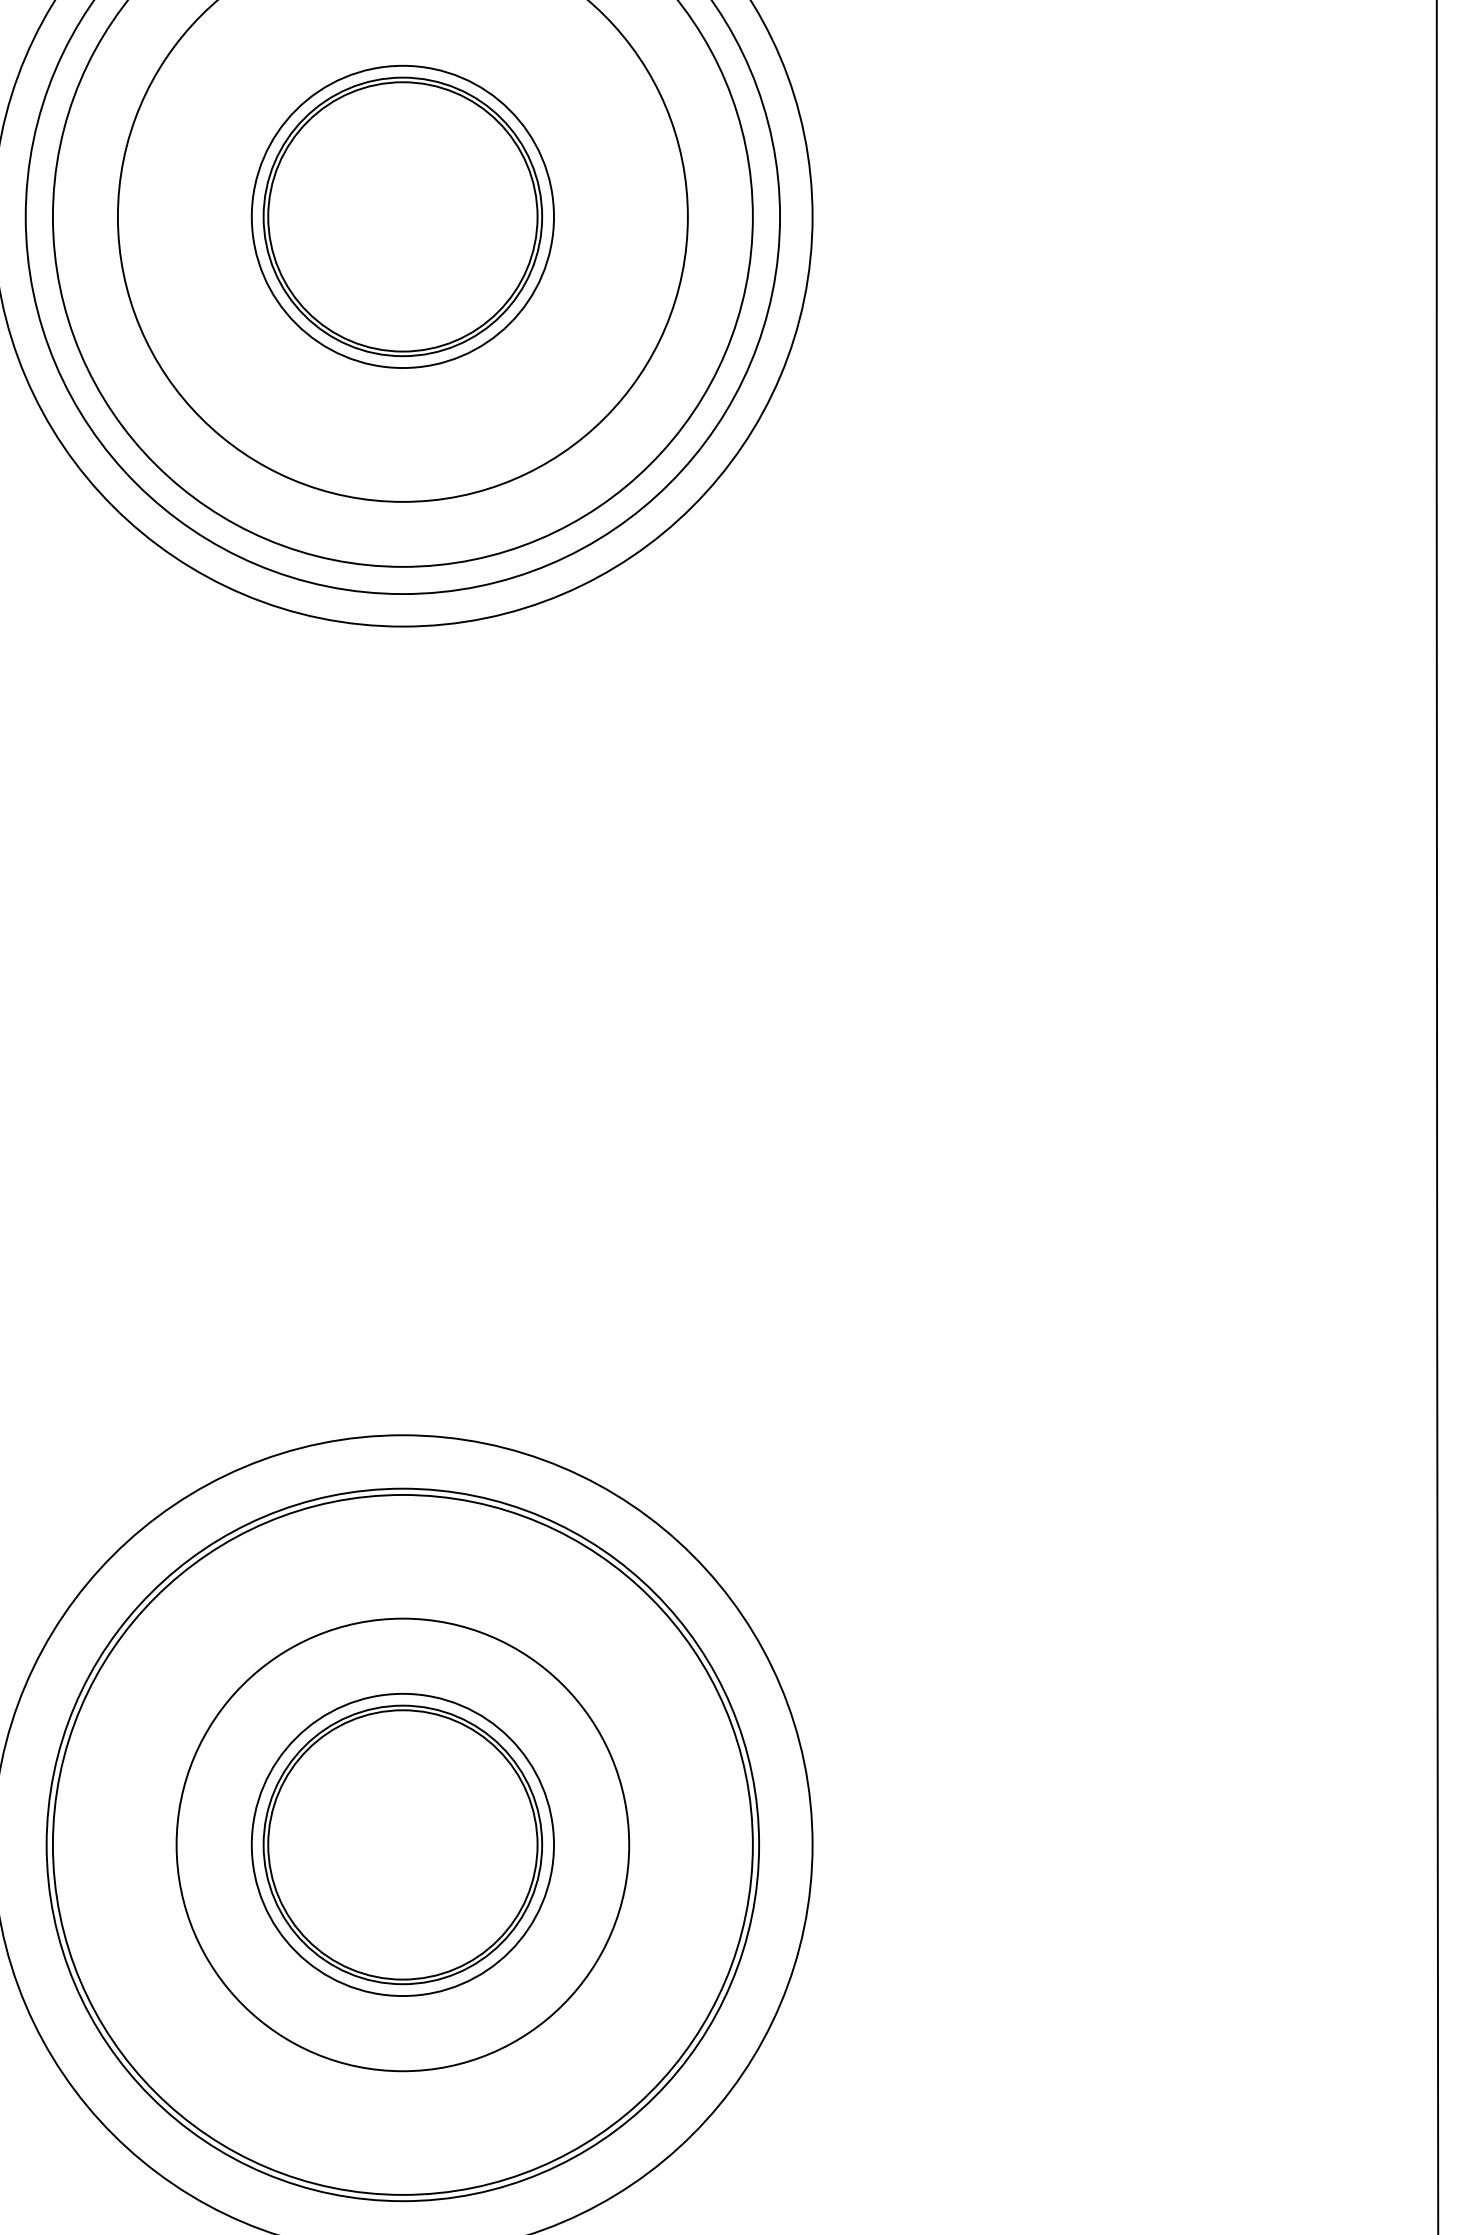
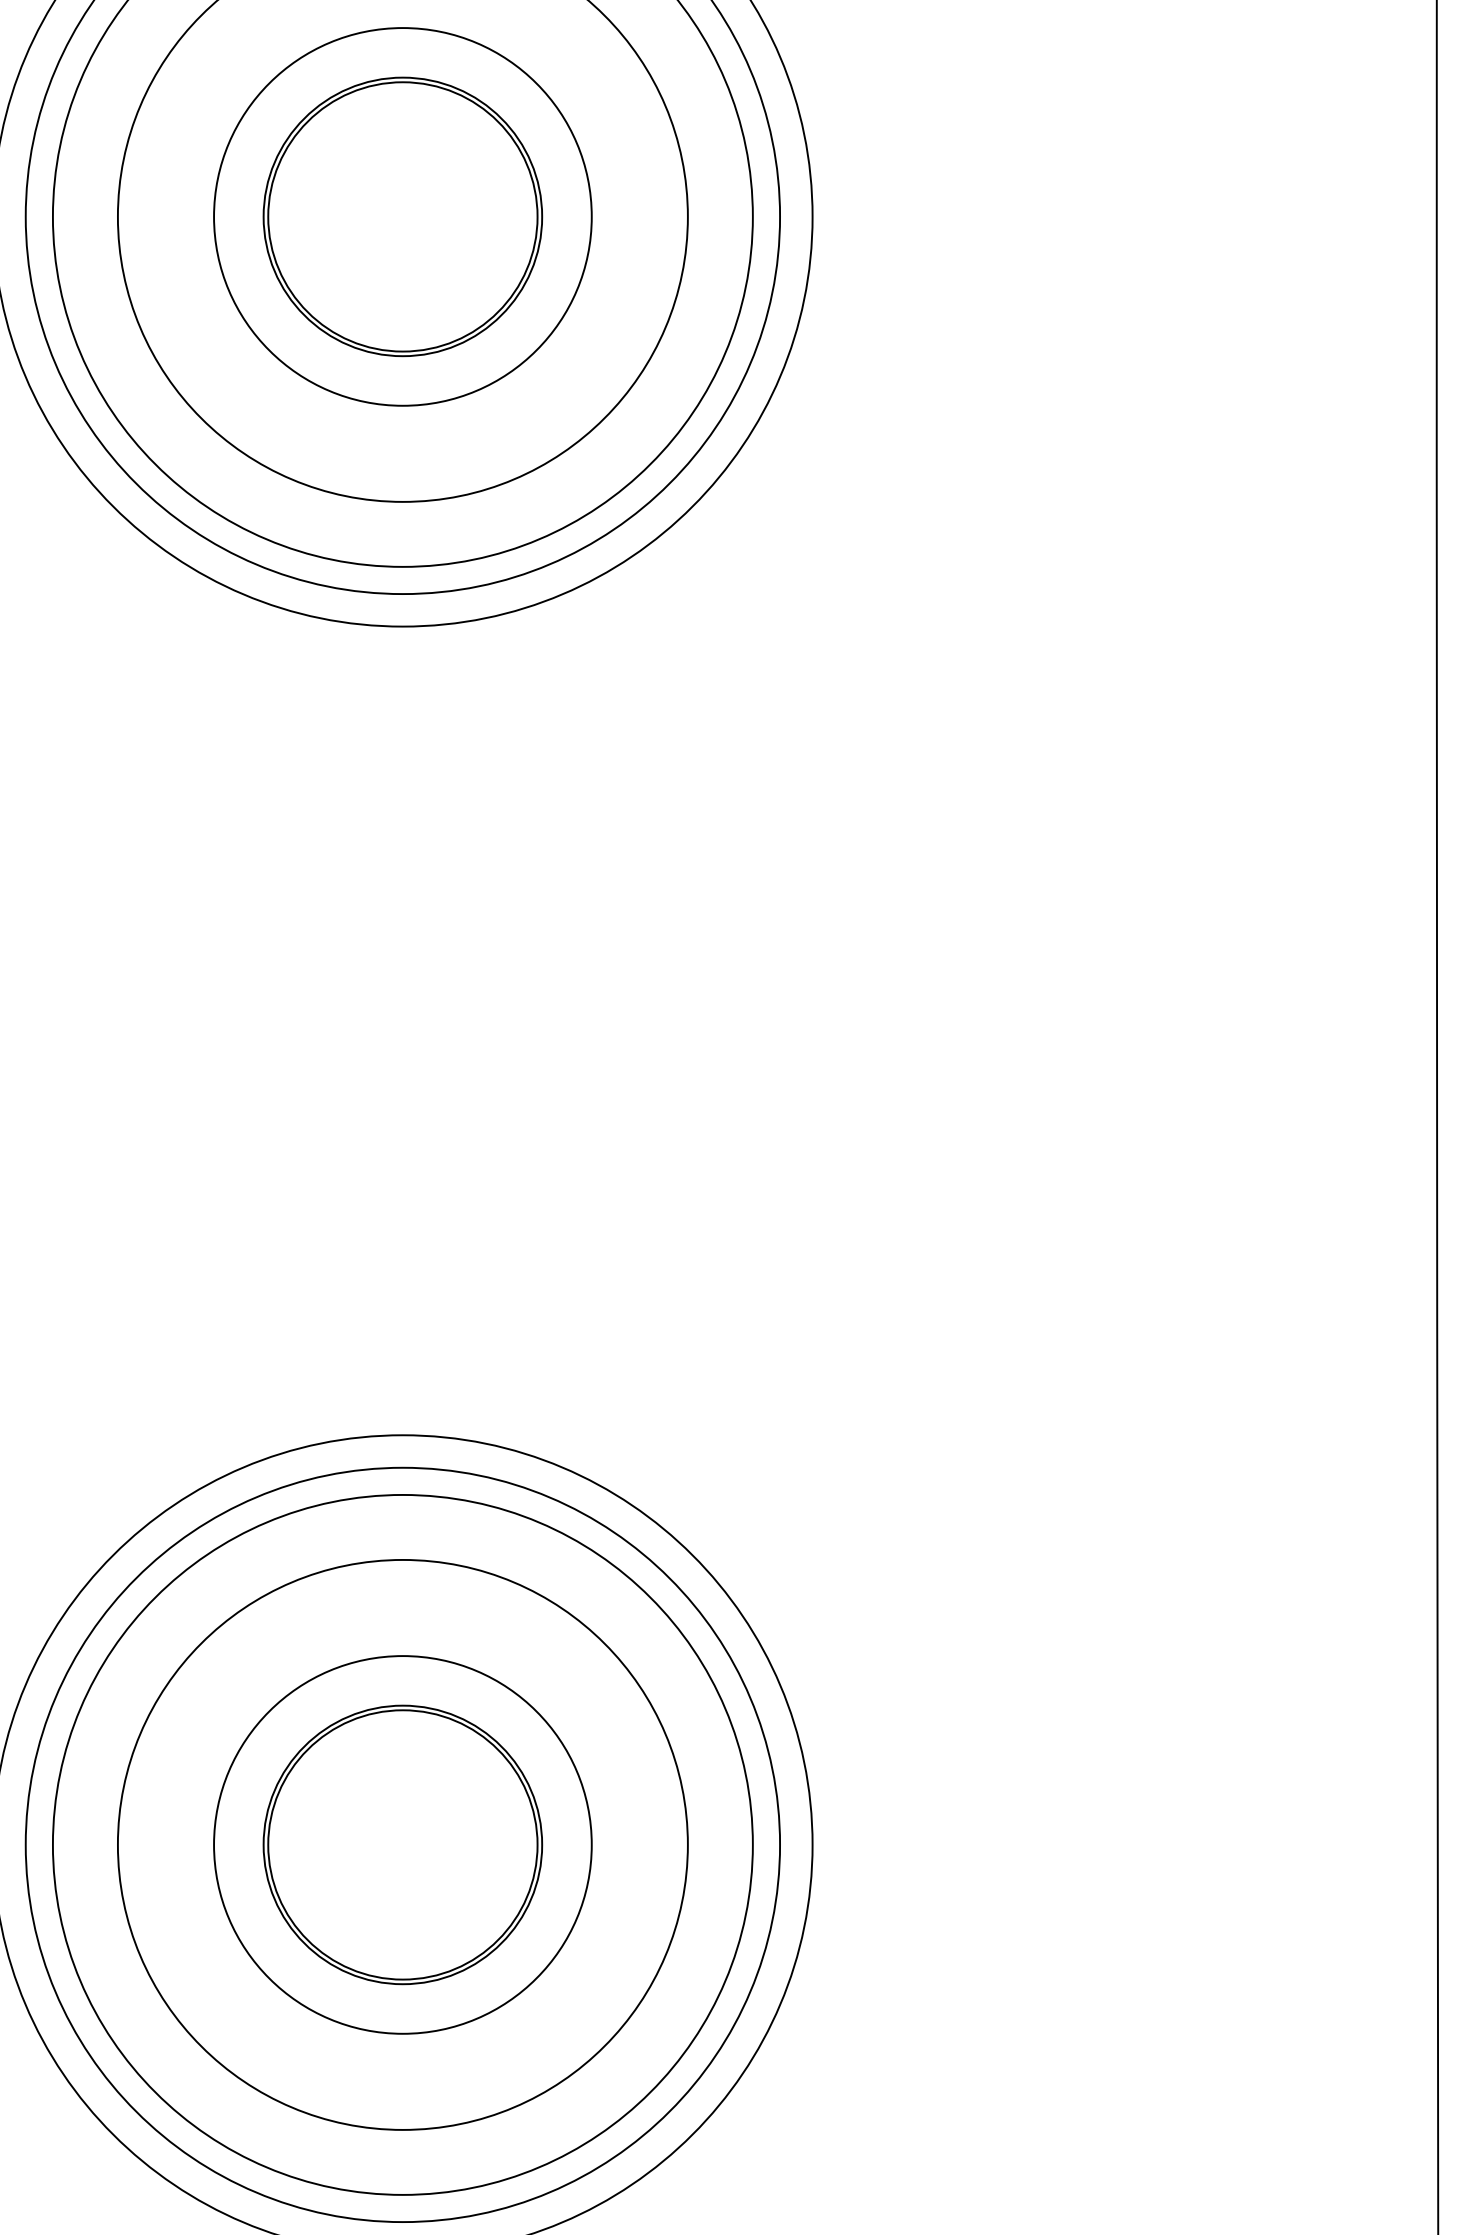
circle at (402, 216) diameter: 302 px -> 378 px
circle at (402, 1844) diameter: 302 px -> 378 px
circle at (402, 1844) diameter: 453 px -> 754 px
circle at (402, 1844) diameter: 712 px -> 570 px
